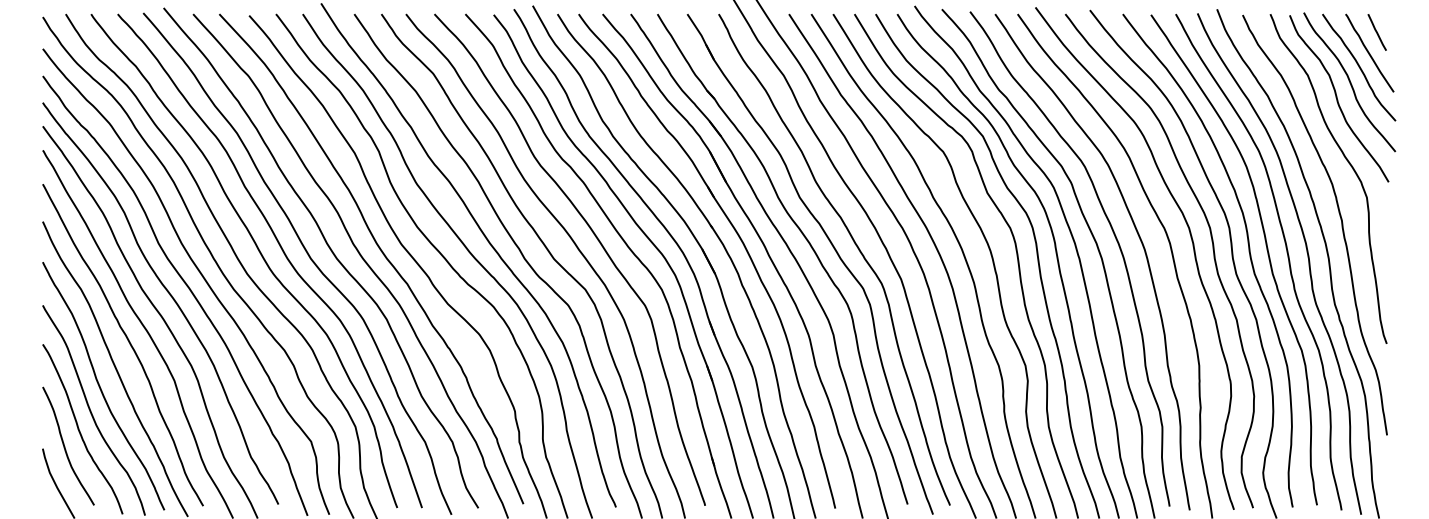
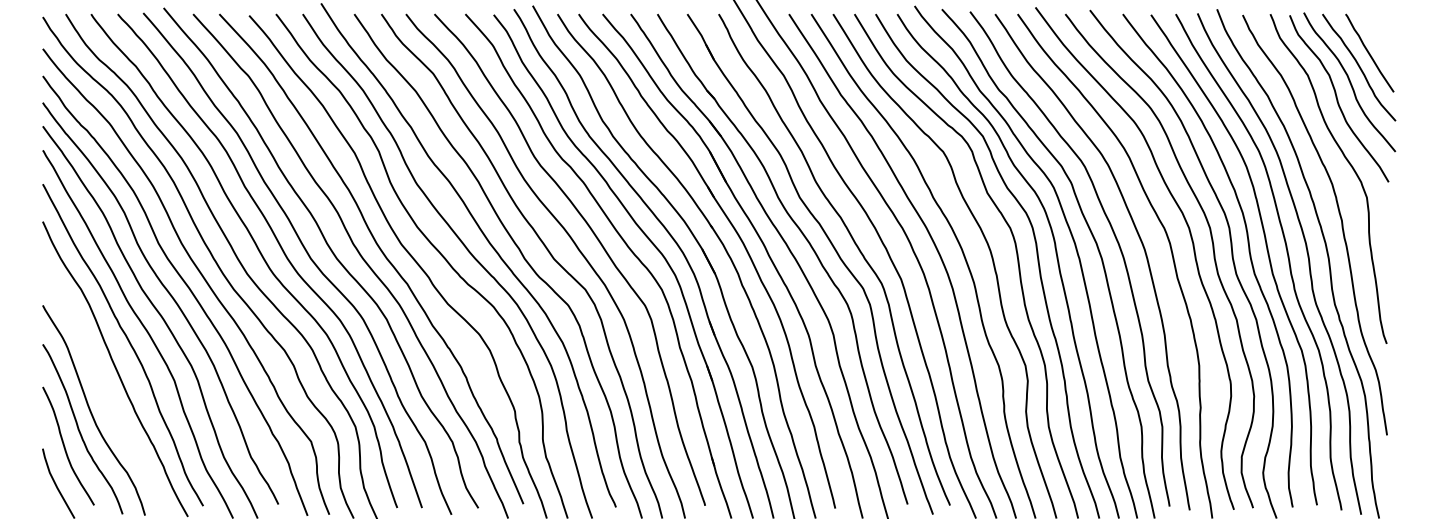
line at (1376, 32): present -> none
curve at (101, 388): present -> none
